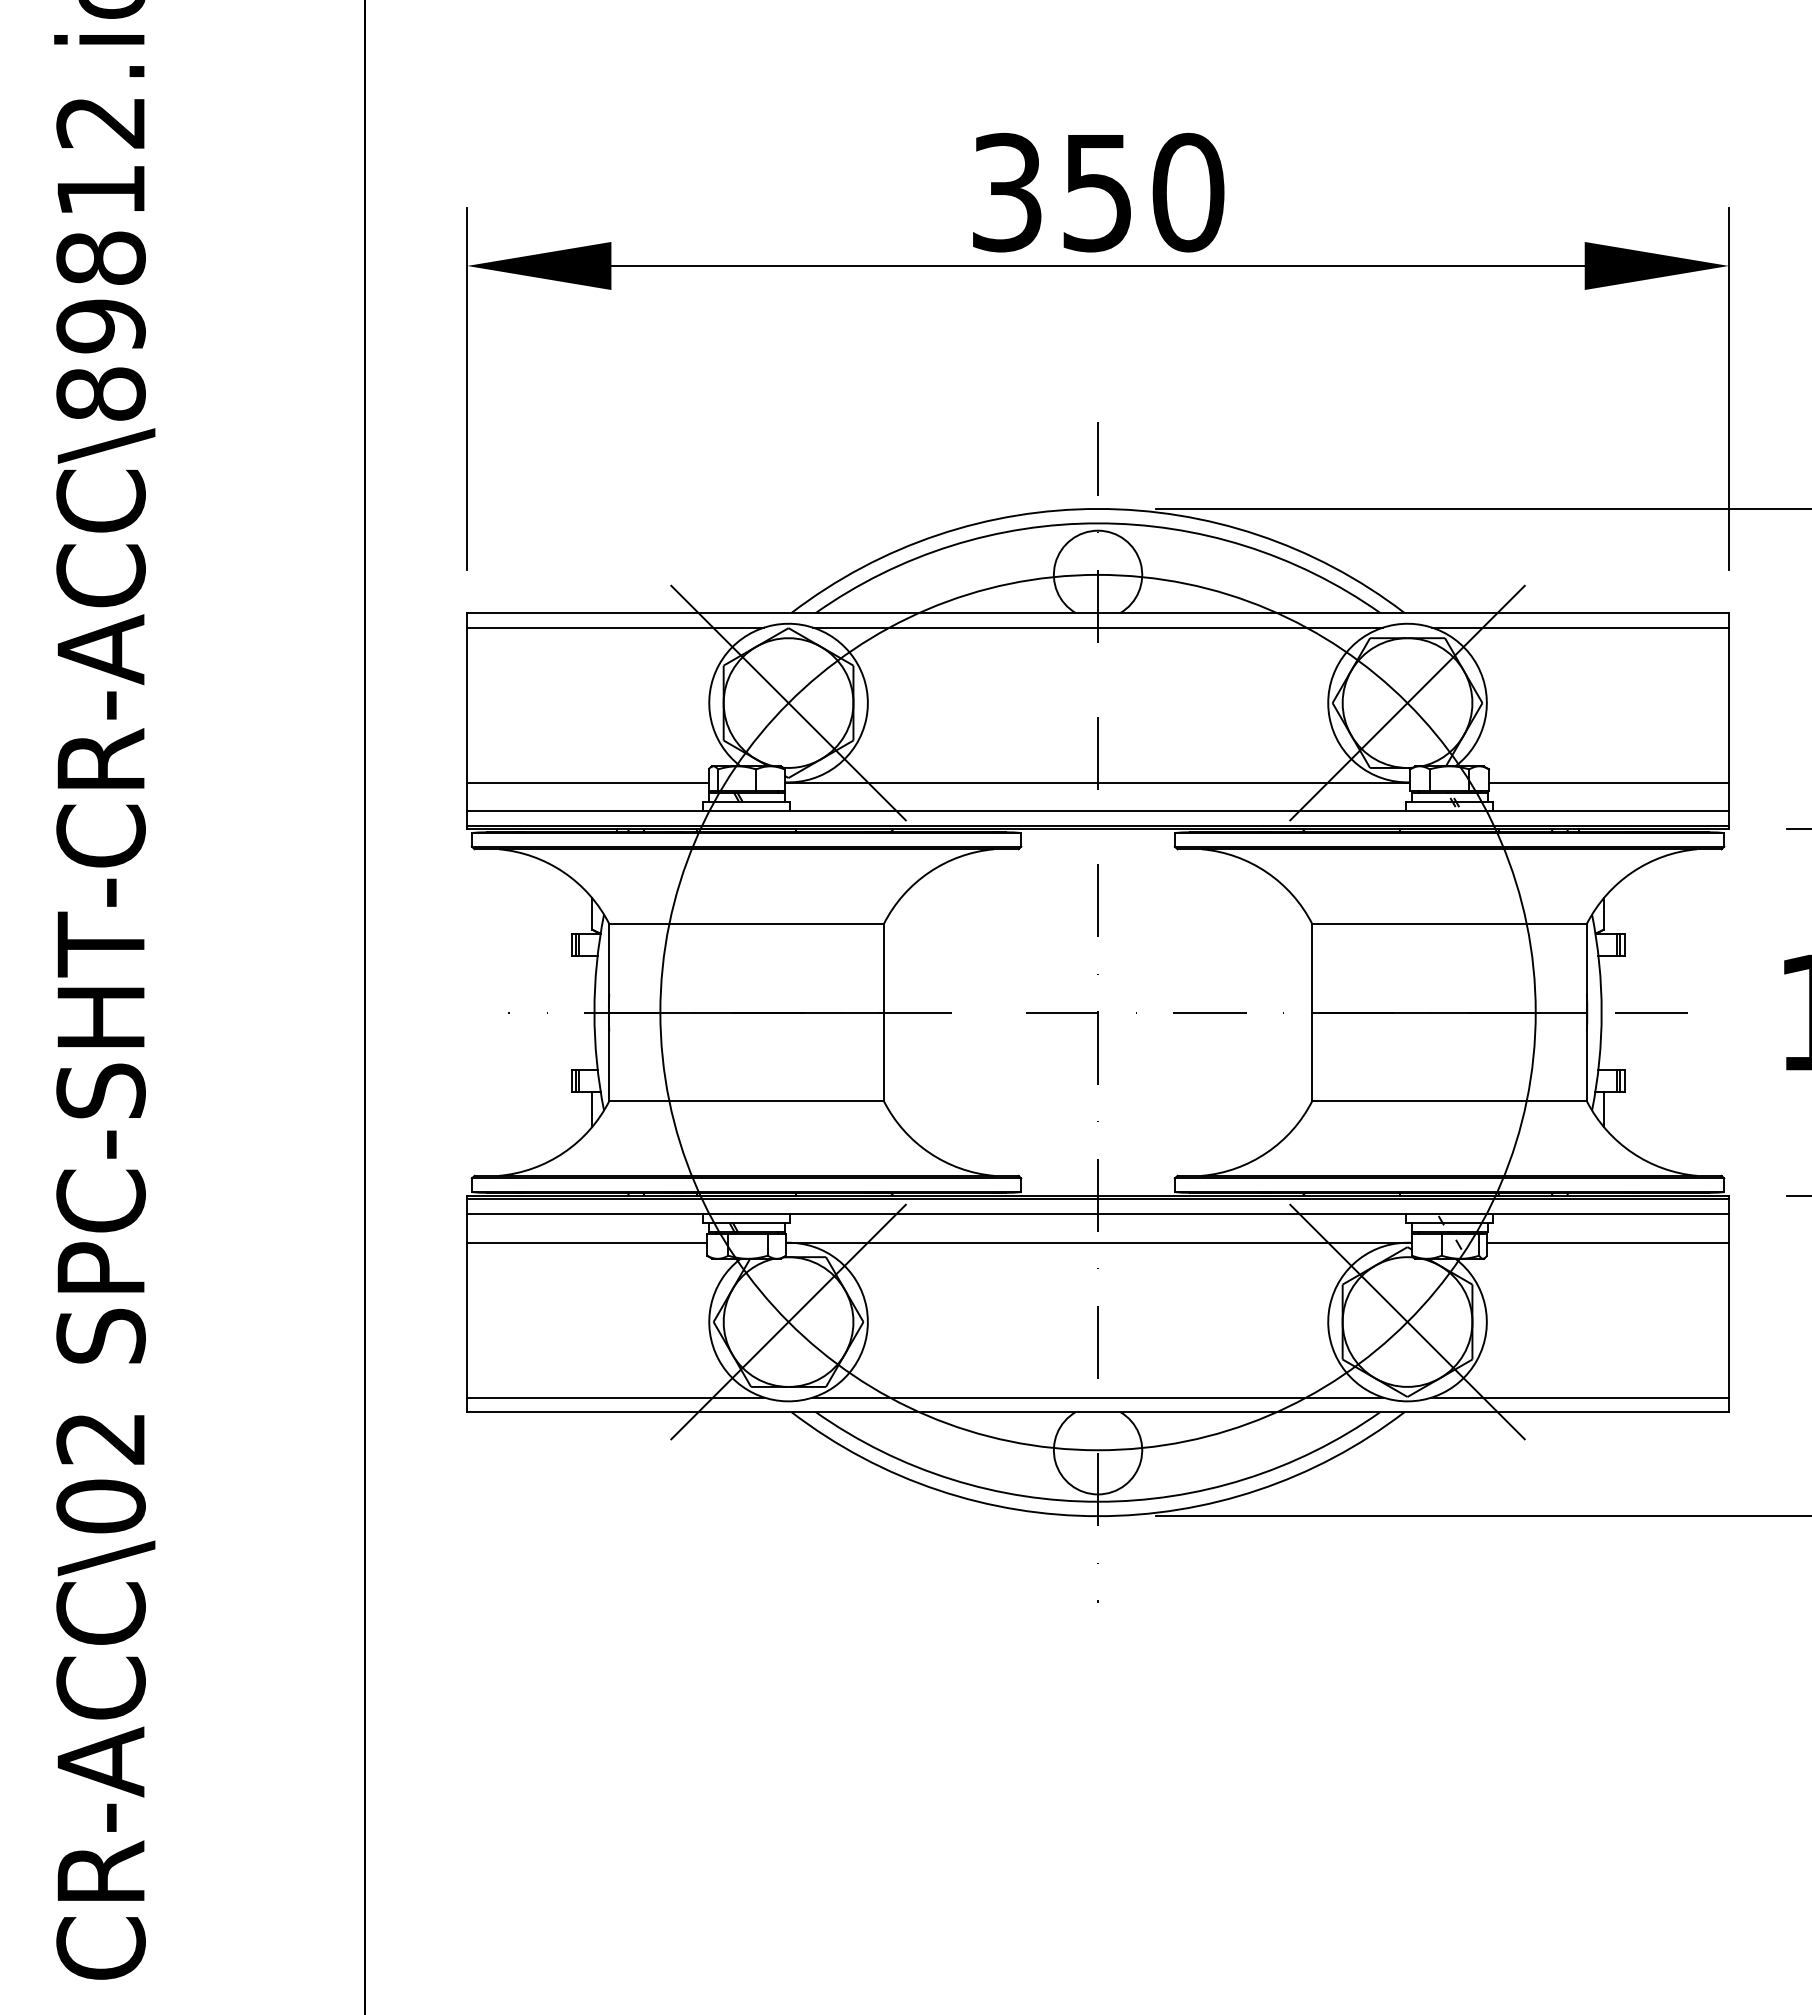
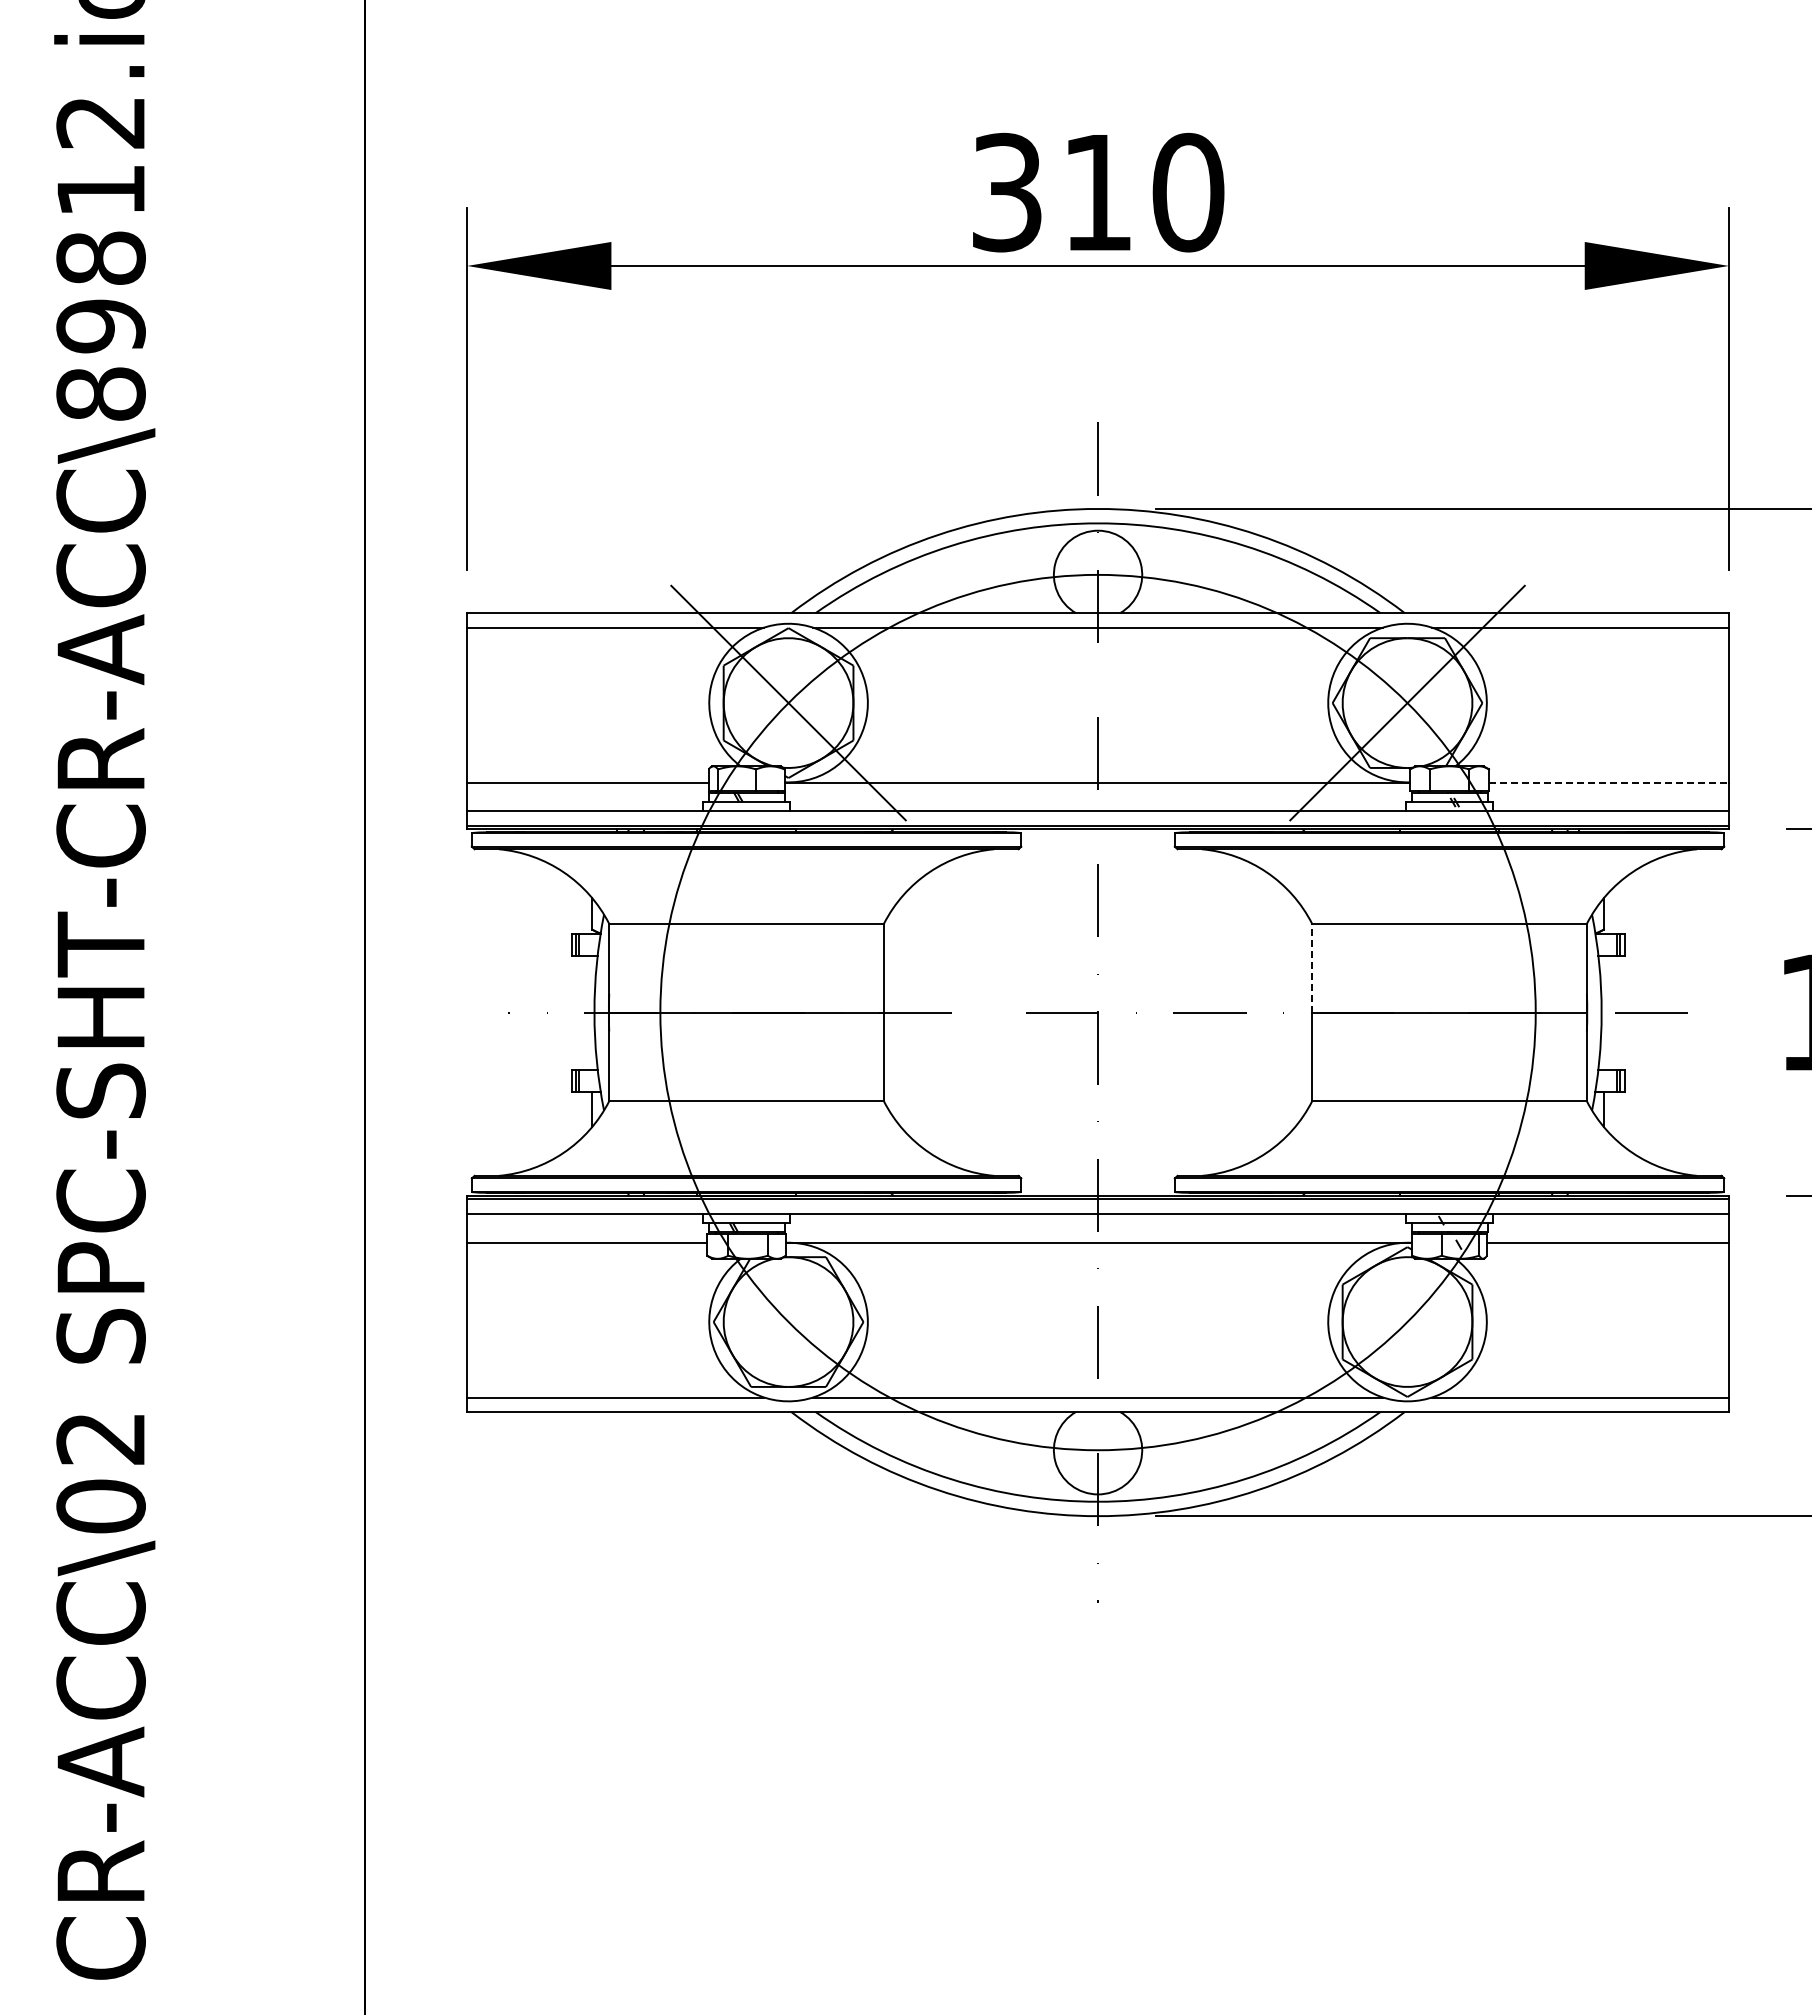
text at (1096, 193): 350 -> 310
line at (1609, 782): solid -> dashed
line at (1312, 967): solid -> dashed
line at (788, 1321): present -> none
line at (1407, 1321): present -> none
